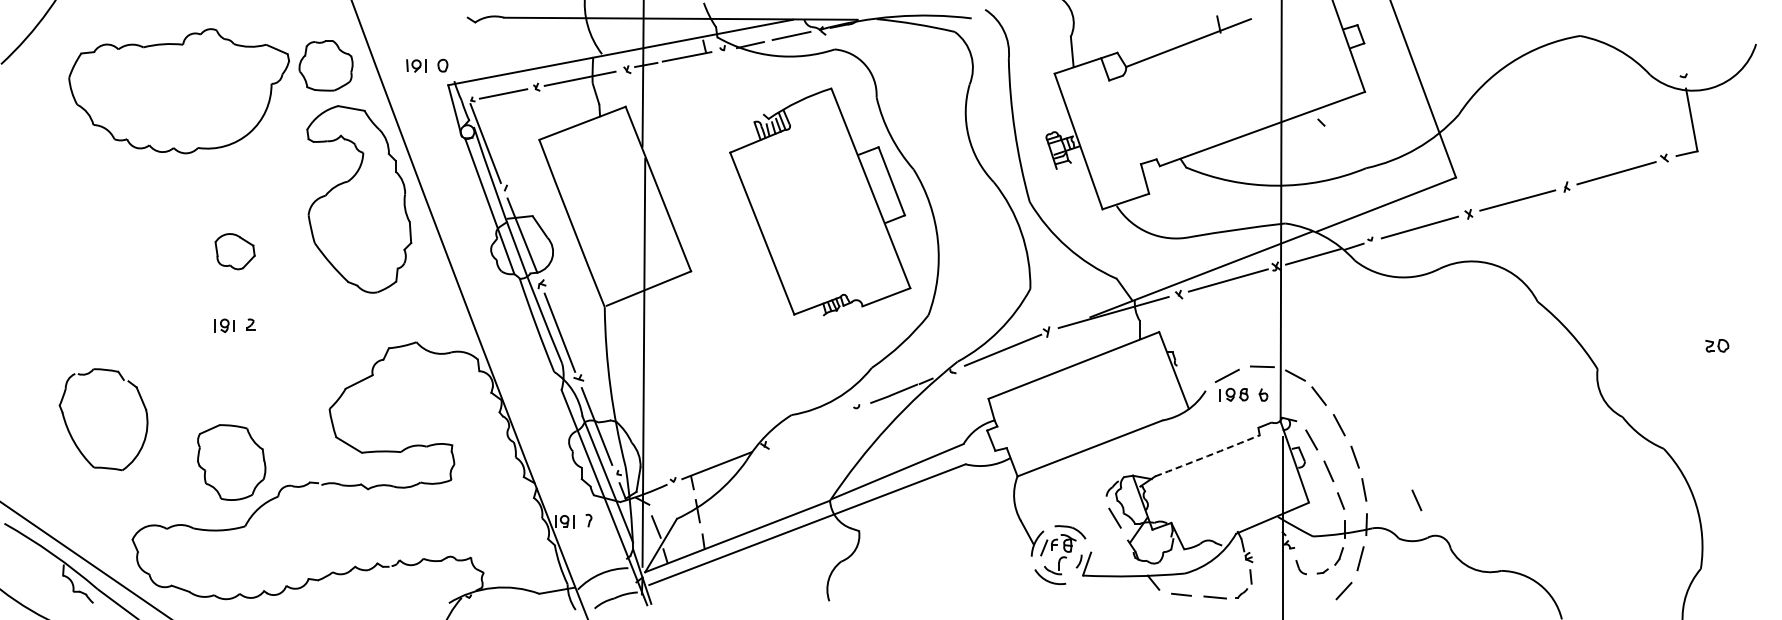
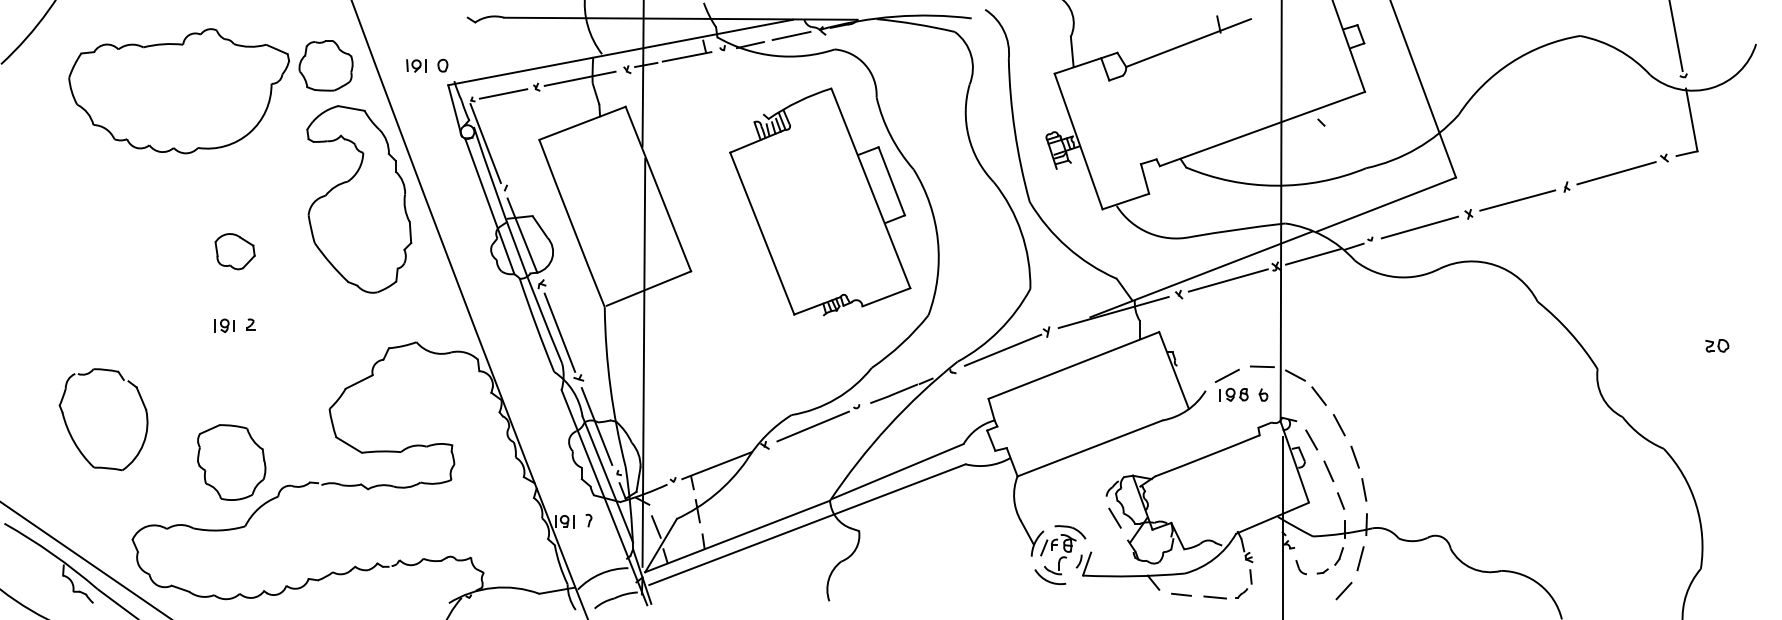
line at (1675, 36): none -> present
line at (812, 426): none -> present
arc at (1207, 456): dashed -> solid
line at (1416, 500): present -> none
